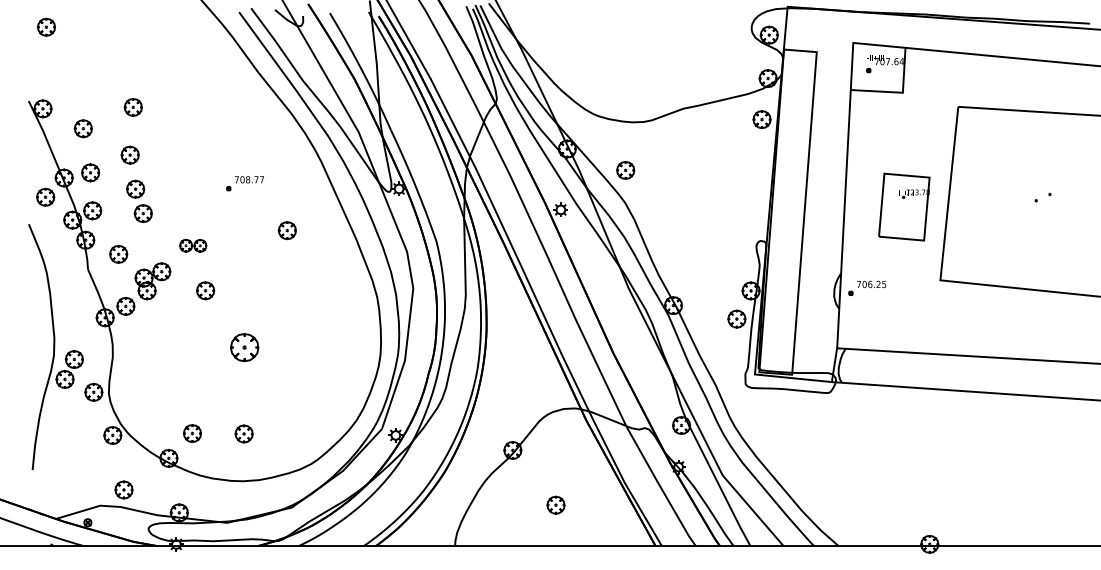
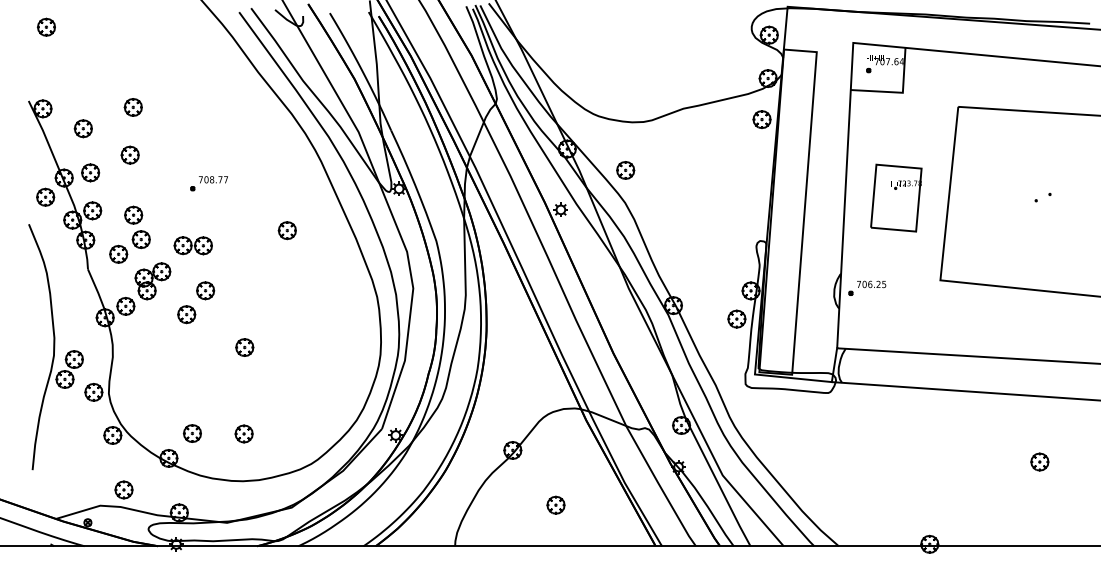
part at (244, 183) position: (244, 183) -> (208, 183)
part at (139, 201) position: (139, 201) -> (137, 227)
part at (904, 206) position: (904, 206) -> (896, 197)
part at (193, 245) size: 29x15 px -> 40x20 px
part at (186, 314): none -> present
part at (244, 347) size: 30x30 px -> 20x19 px
part at (1039, 461): none -> present
